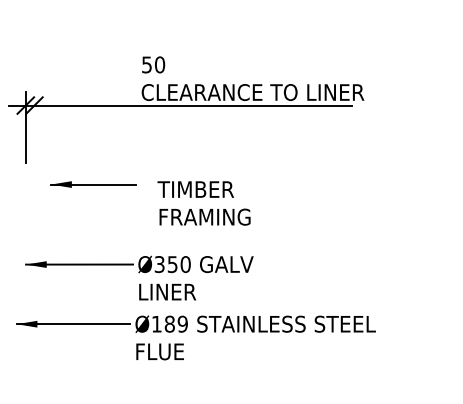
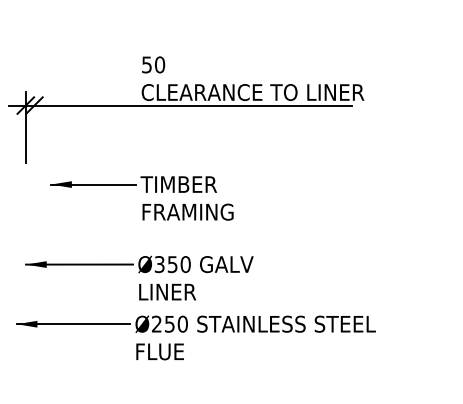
text at (203, 203) position: (203, 203) -> (186, 198)
text at (169, 323): Ø189 -> Ø250
